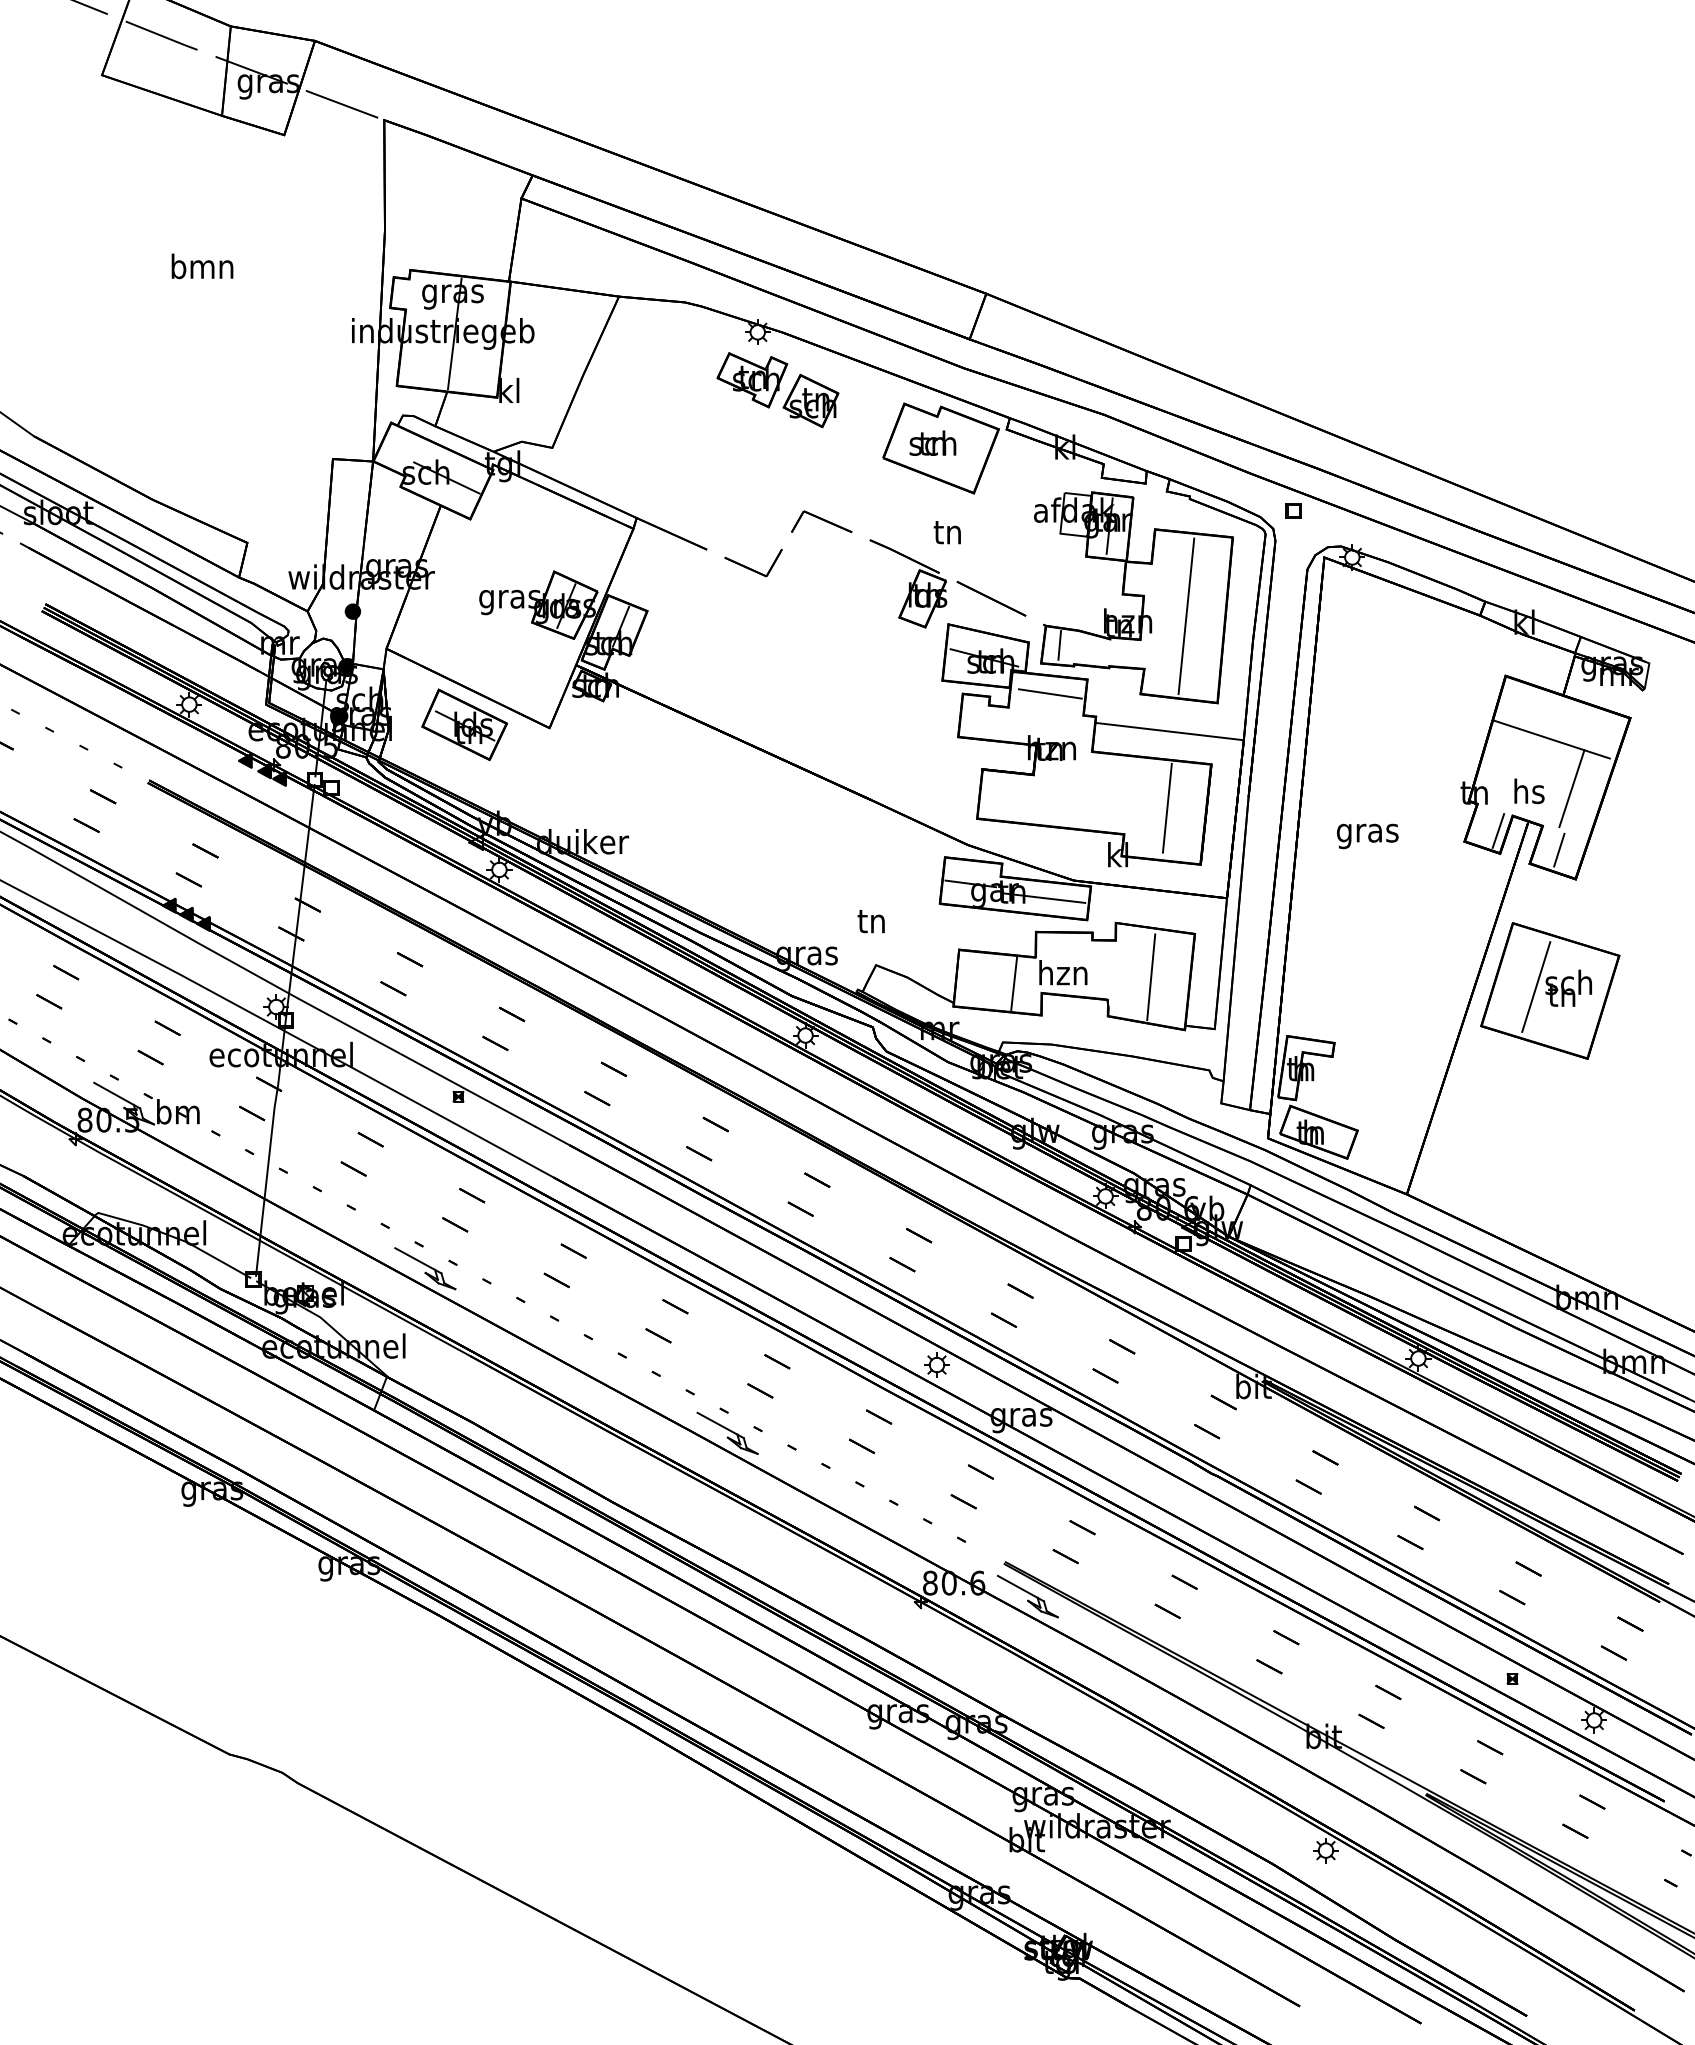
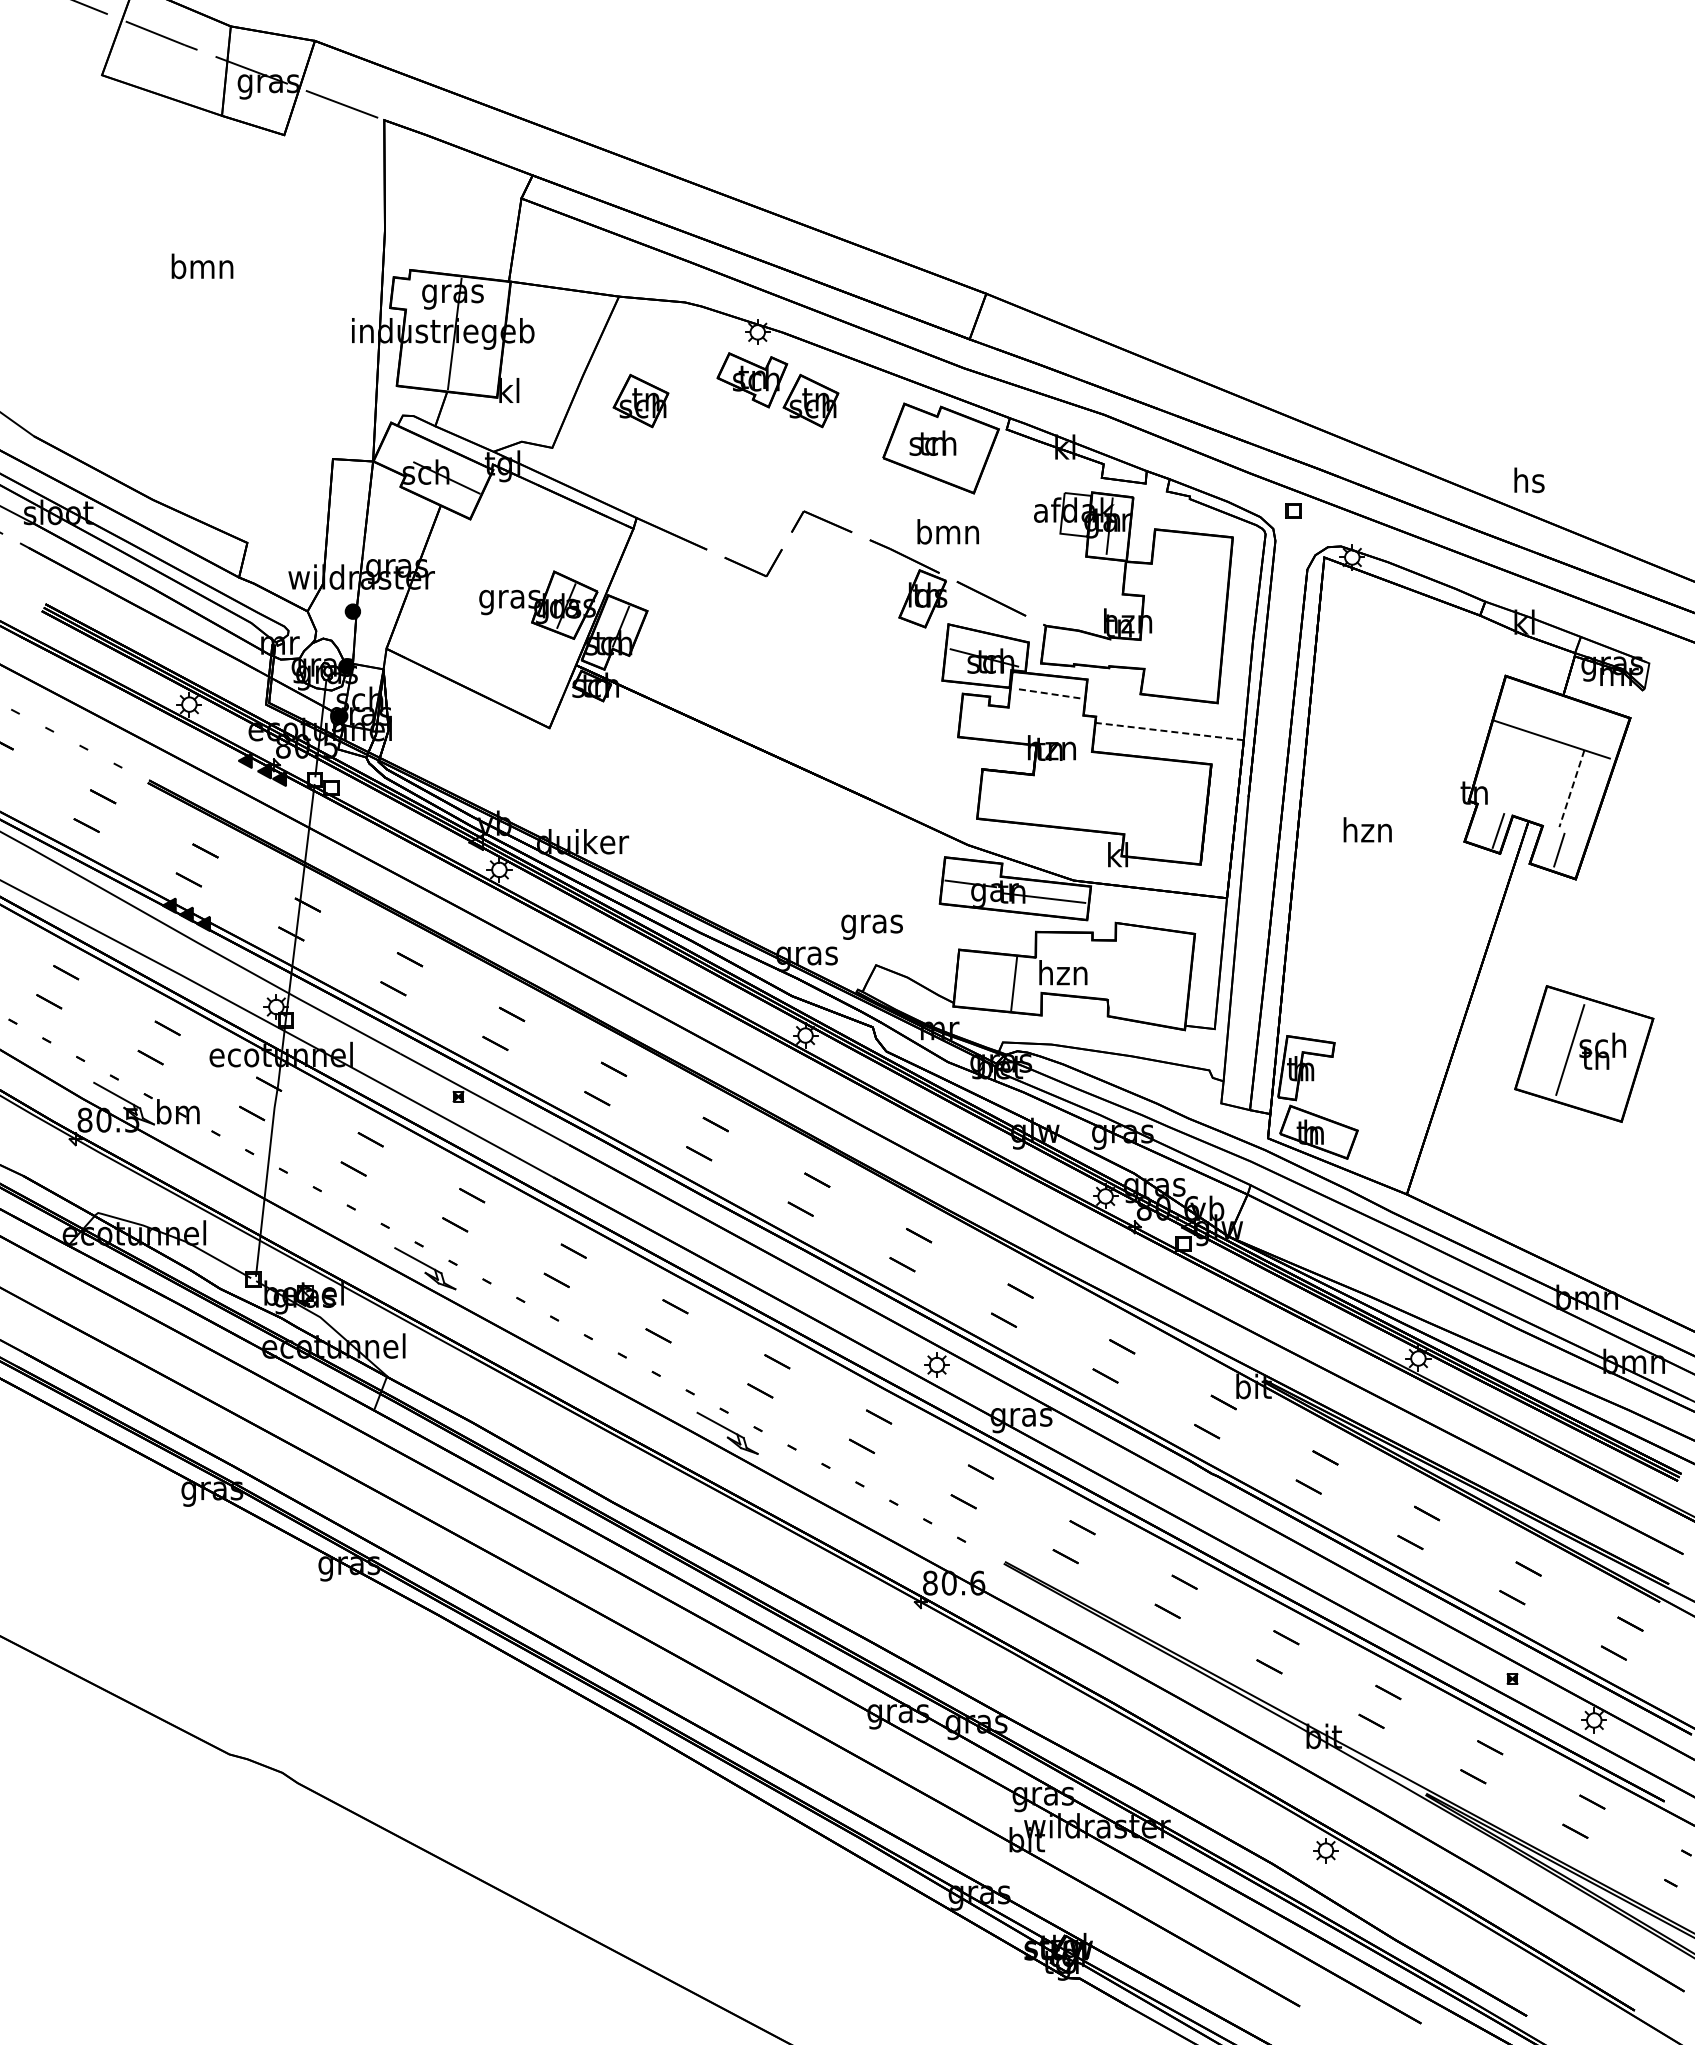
part at (640, 400): none -> present
text at (947, 531): tn -> bmn
line at (1186, 616): present -> none
line at (1059, 645): present -> none
line at (1050, 693): solid -> dashed
part at (464, 724): present -> none
line at (1169, 731): solid -> dashed
line at (1571, 789): solid -> dashed
text at (1529, 791) position: (1529, 791) -> (1529, 480)
line at (1166, 807): present -> none
text at (1367, 833): gras -> hzn
text at (871, 924): tn -> gras
line at (1151, 977): present -> none
part at (1550, 990) position: (1550, 990) -> (1584, 1053)
part at (1027, 1596): present -> none
